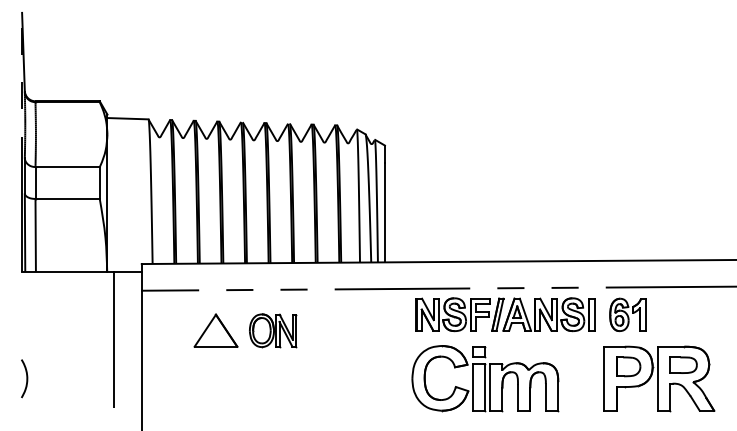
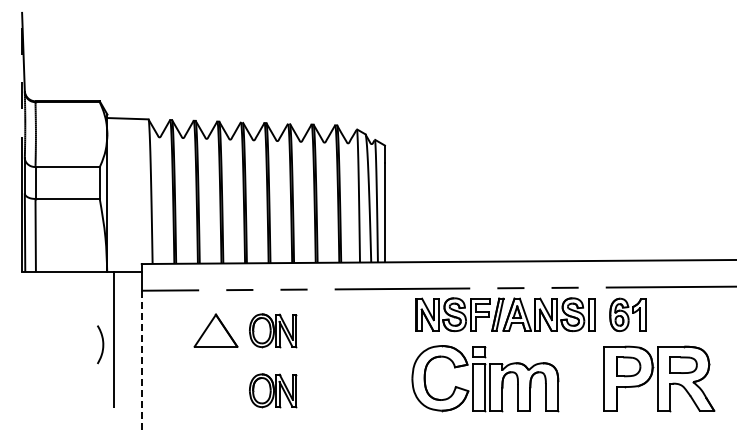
line at (141, 360): solid -> dashed
curve at (26, 378) position: (26, 378) -> (102, 344)
part at (273, 390): none -> present
